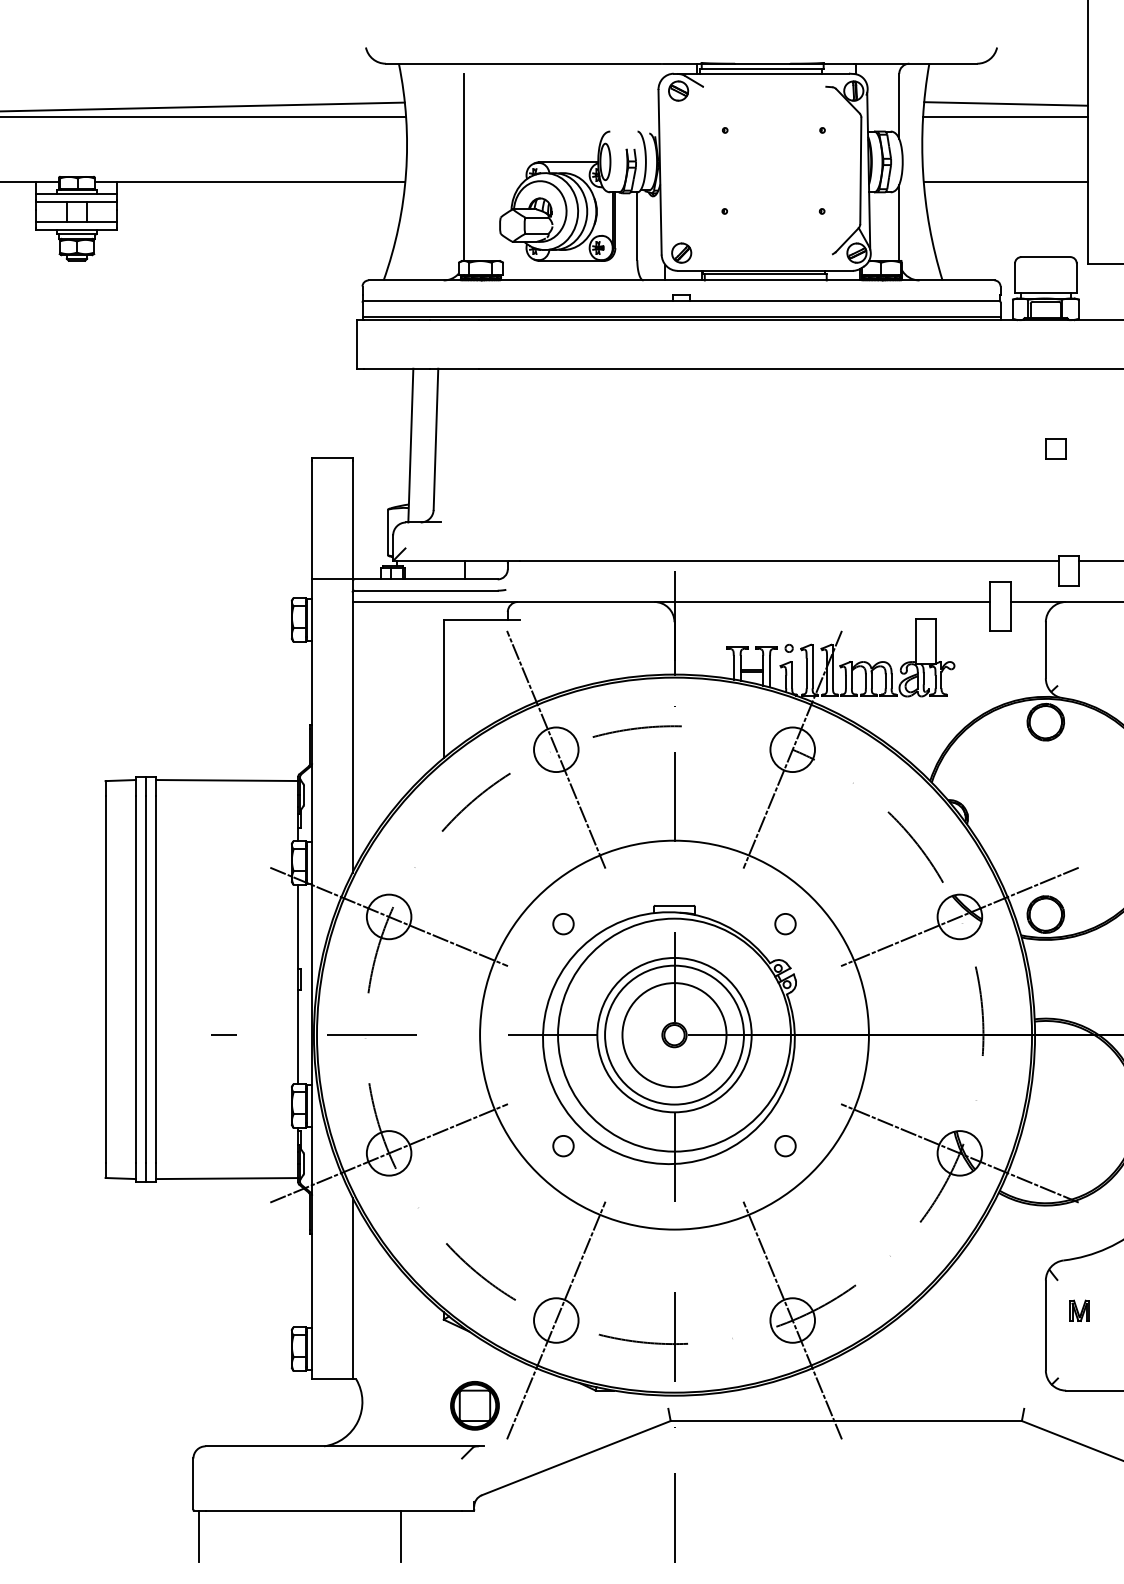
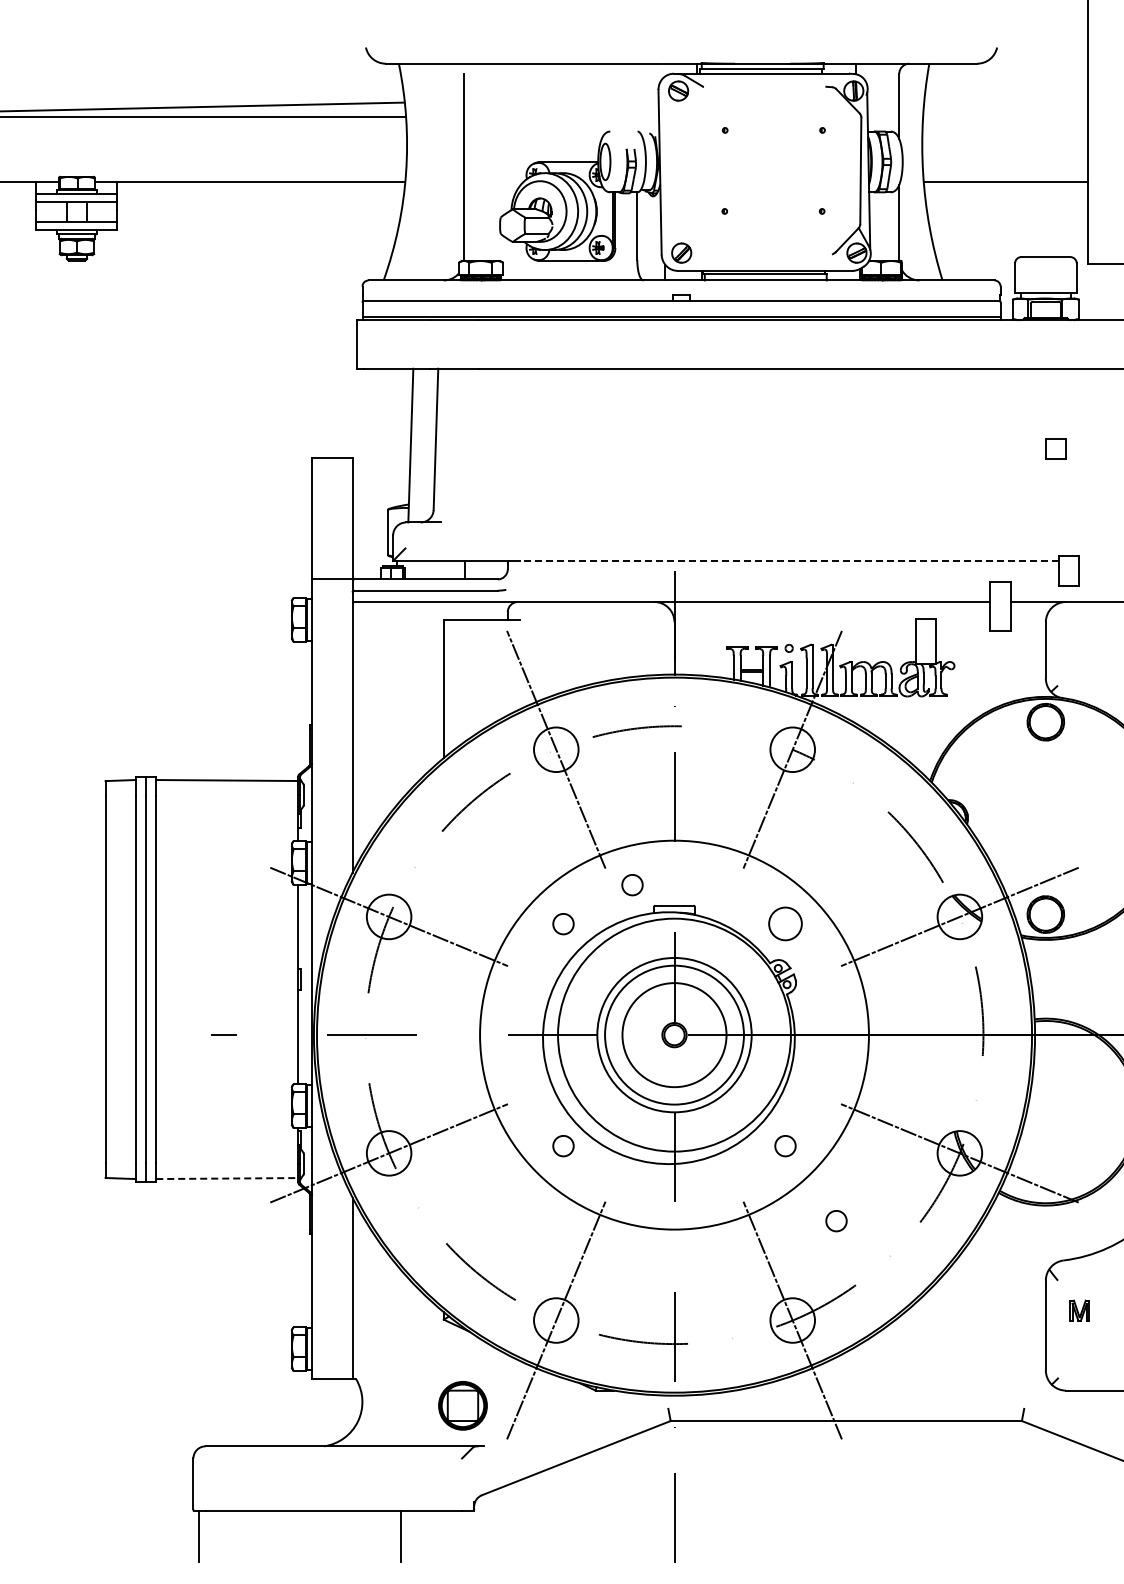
line at (1005, 103): present -> none
line at (1005, 117): present -> none
line at (788, 561): solid -> dashed
line at (1099, 561): present -> none
circle at (632, 885): none -> present
circle at (785, 924) size: 23x23 px -> 35x36 px
line at (227, 1178): solid -> dashed
circle at (836, 1221): none -> present
part at (474, 1405) position: (474, 1405) -> (462, 1405)
